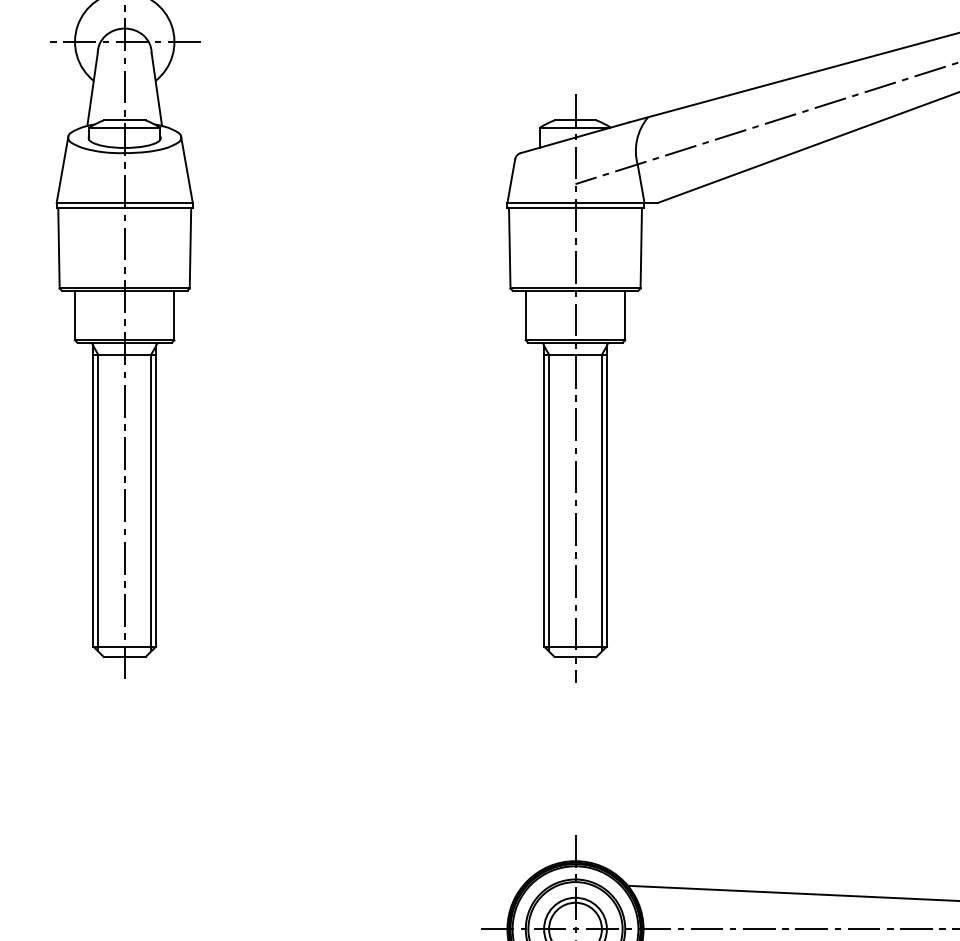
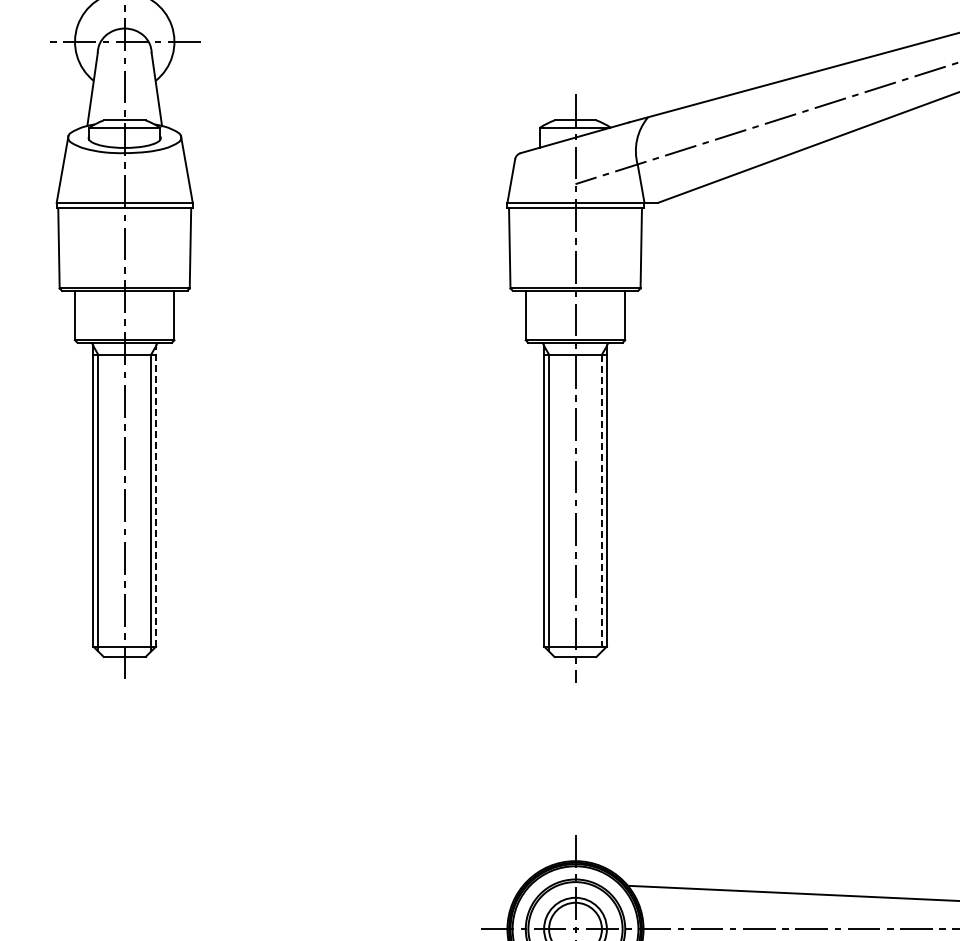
line at (156, 495): solid -> dashed
line at (601, 503): solid -> dashed
